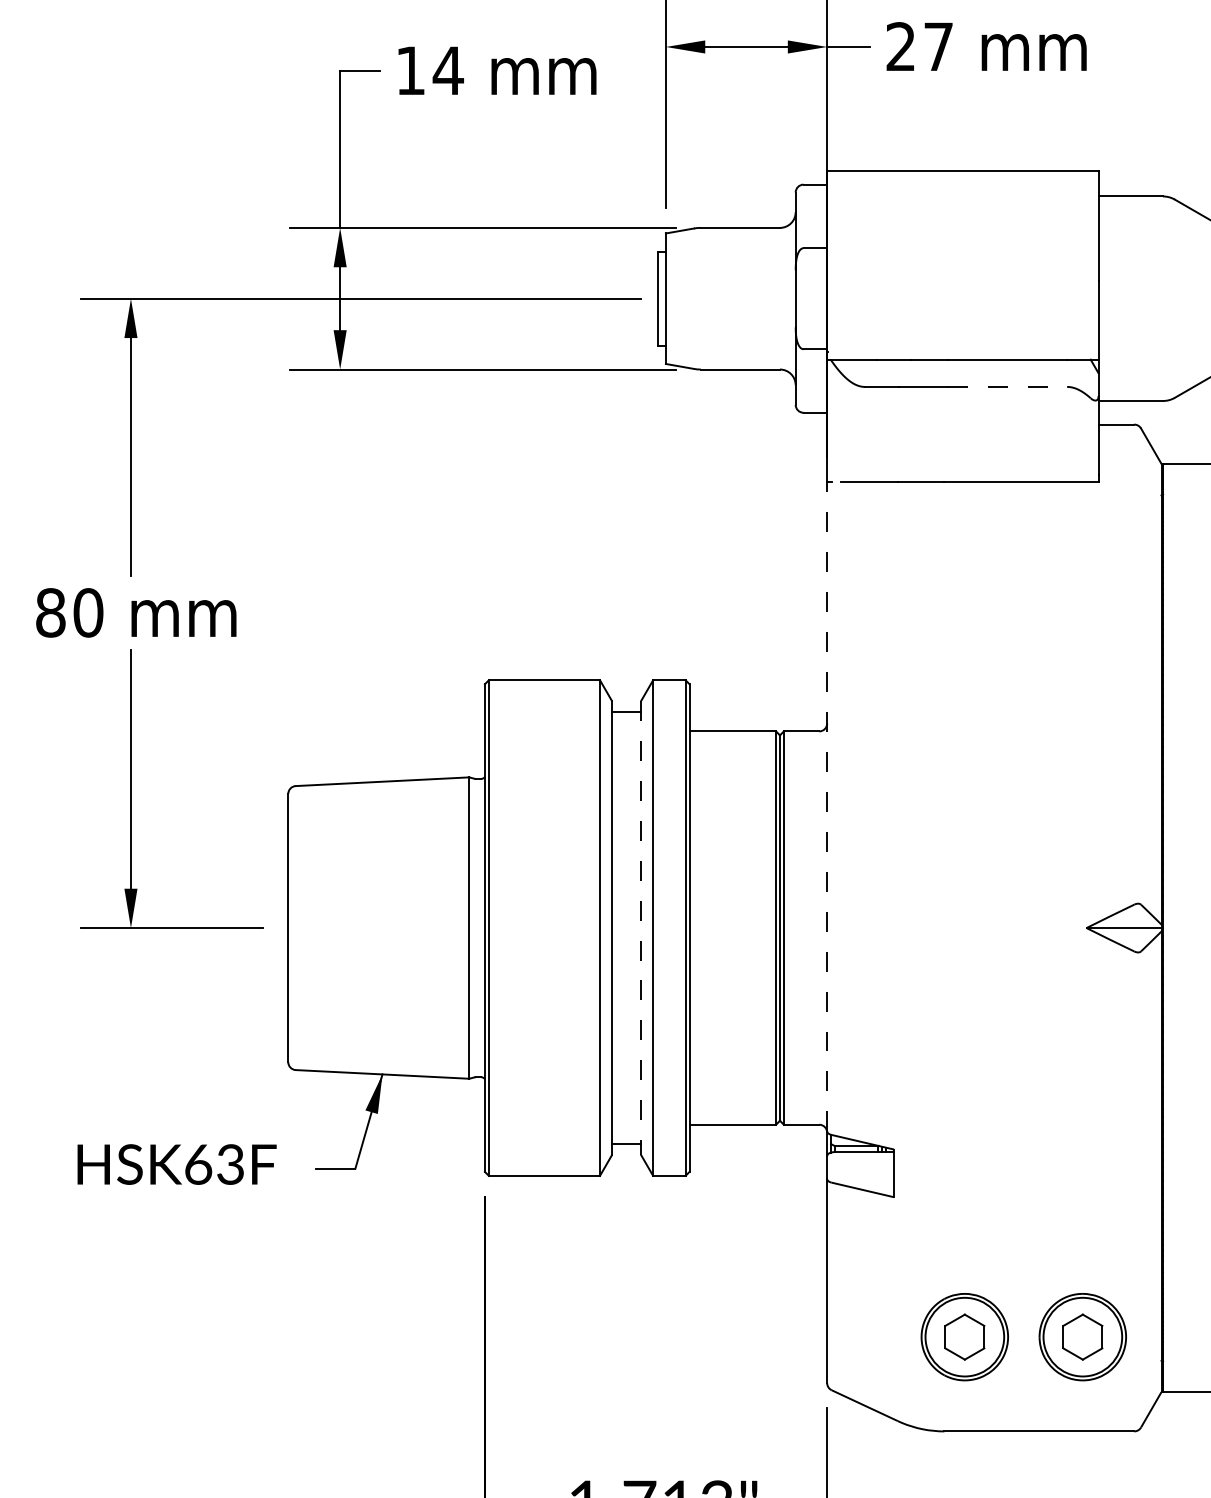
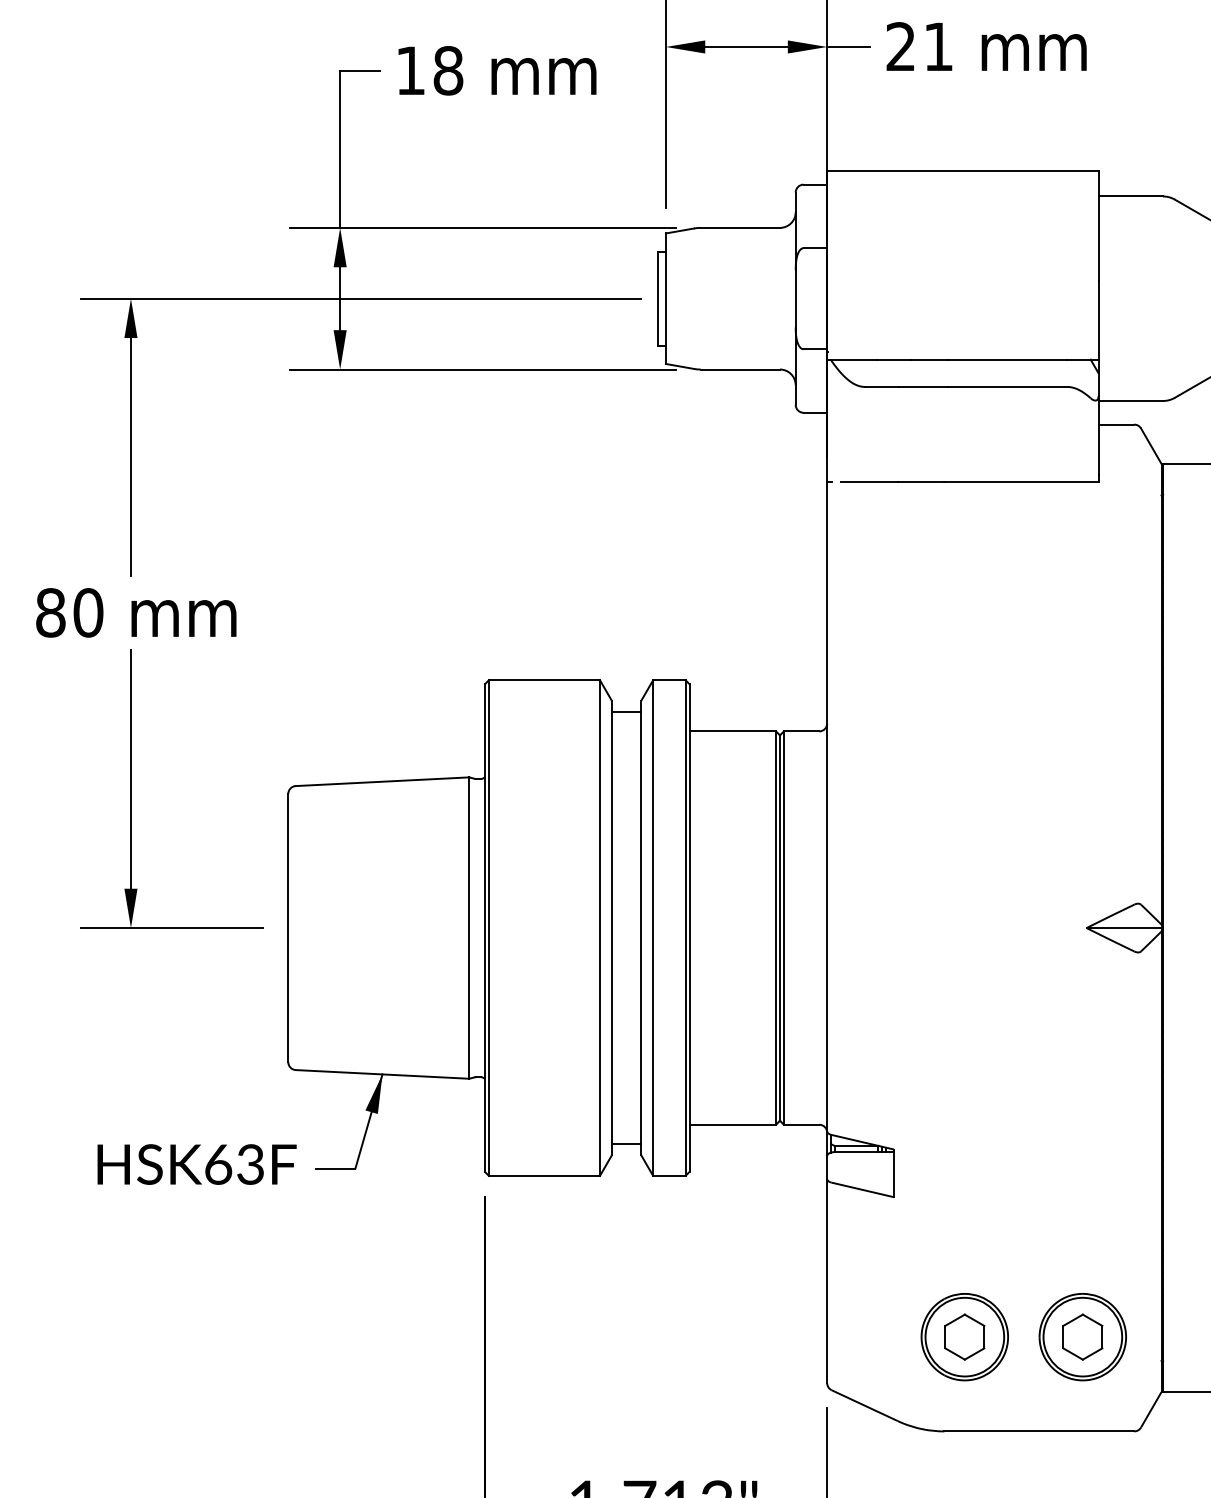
text at (938, 46): 27 -> 21
text at (447, 70): 14 -> 18
line at (1007, 386): dashed -> solid
line at (827, 806): dashed -> solid
line at (641, 928): dashed -> solid
text at (176, 1164) position: (176, 1164) -> (196, 1164)
